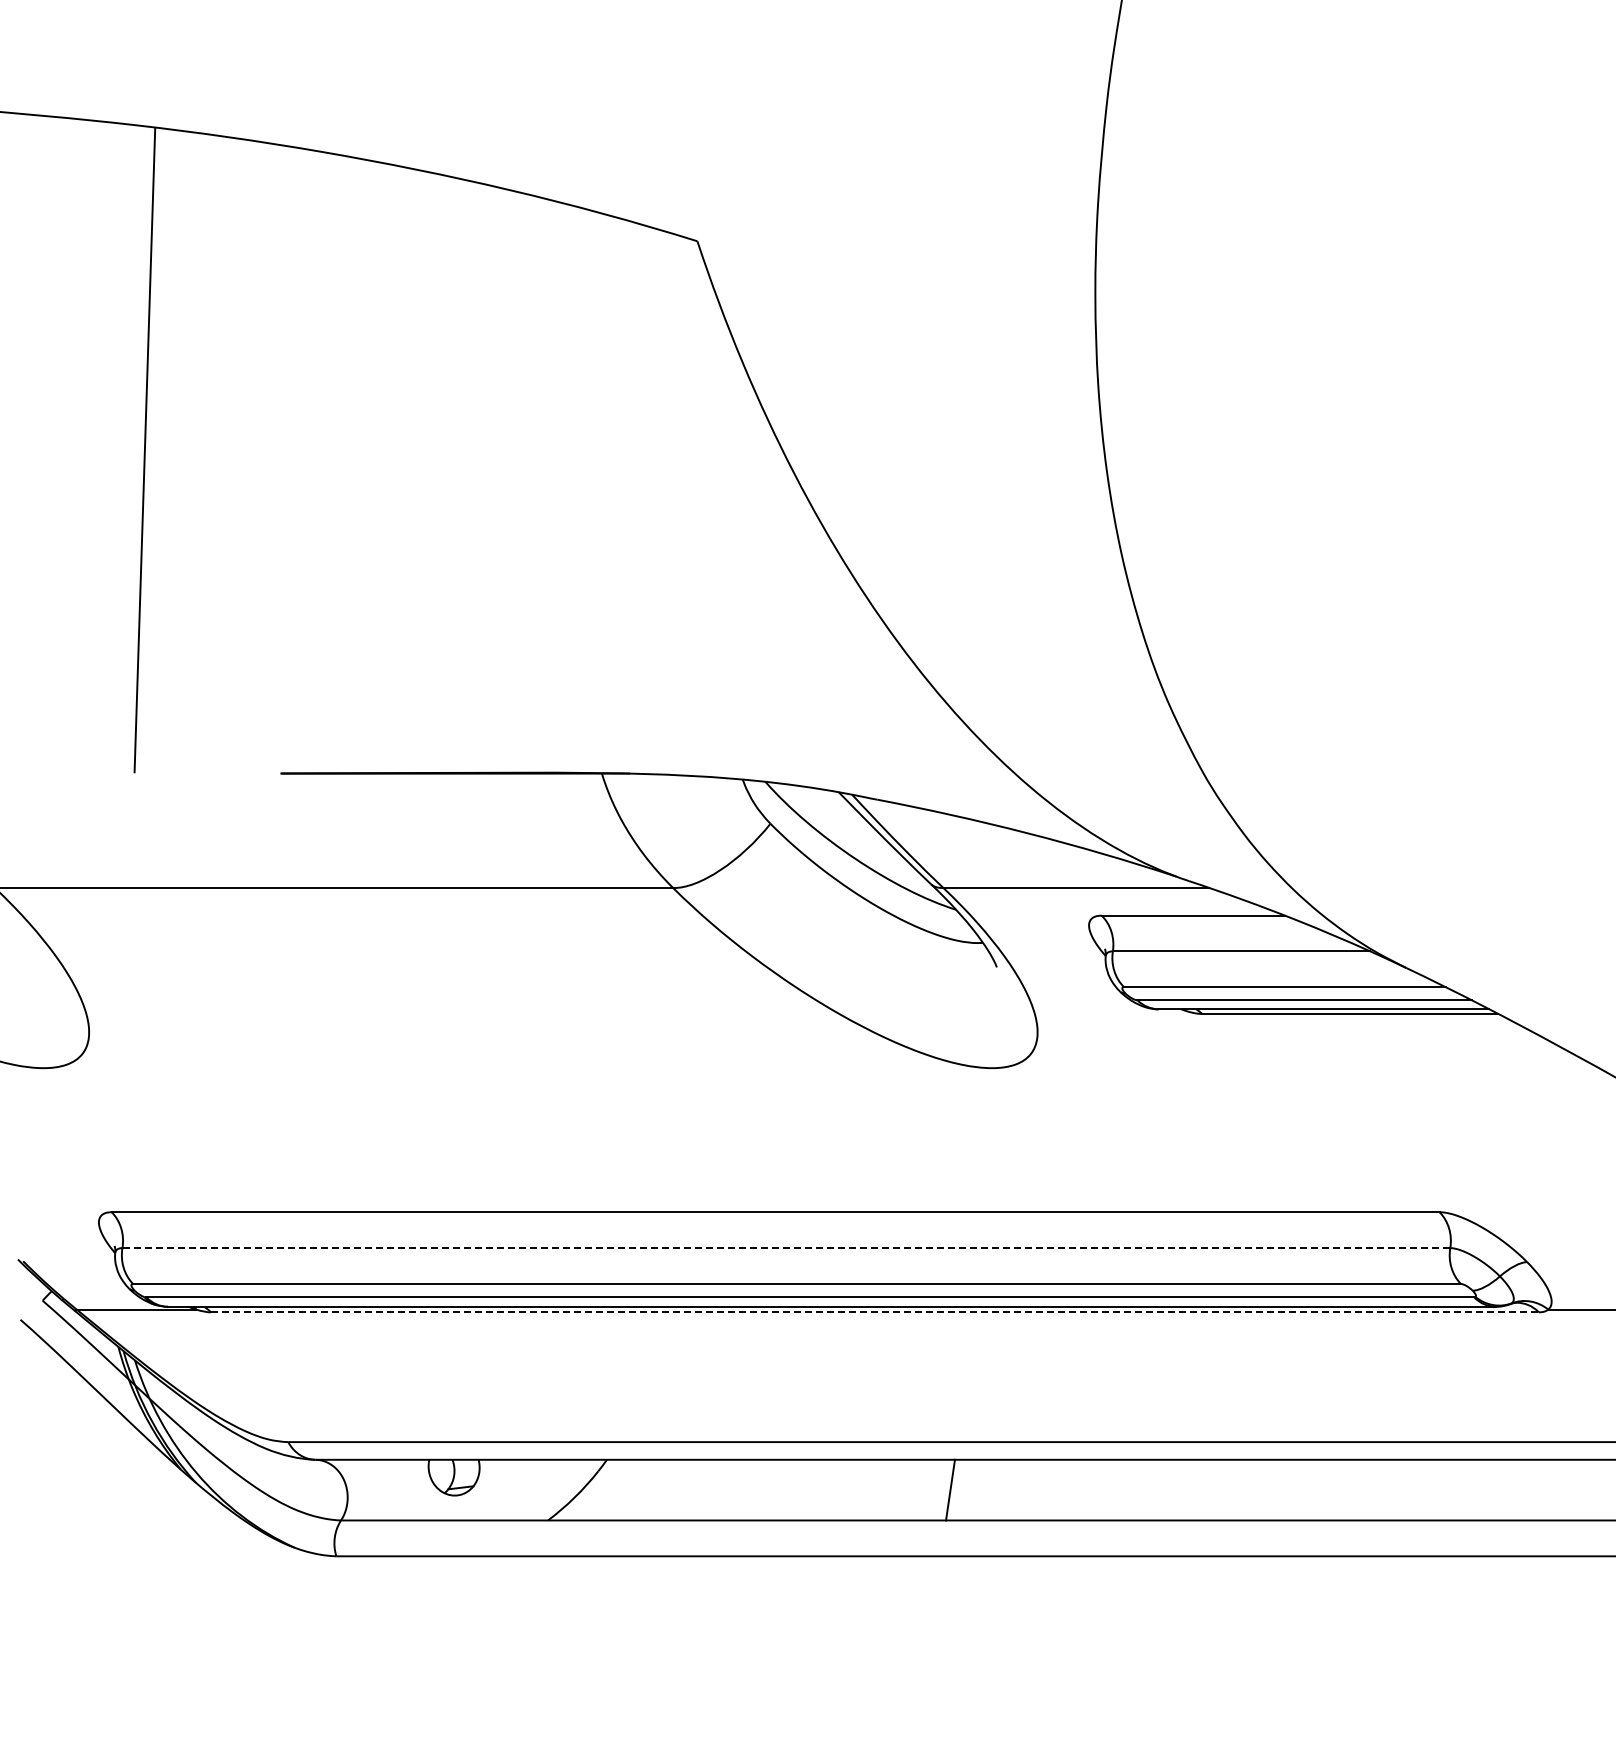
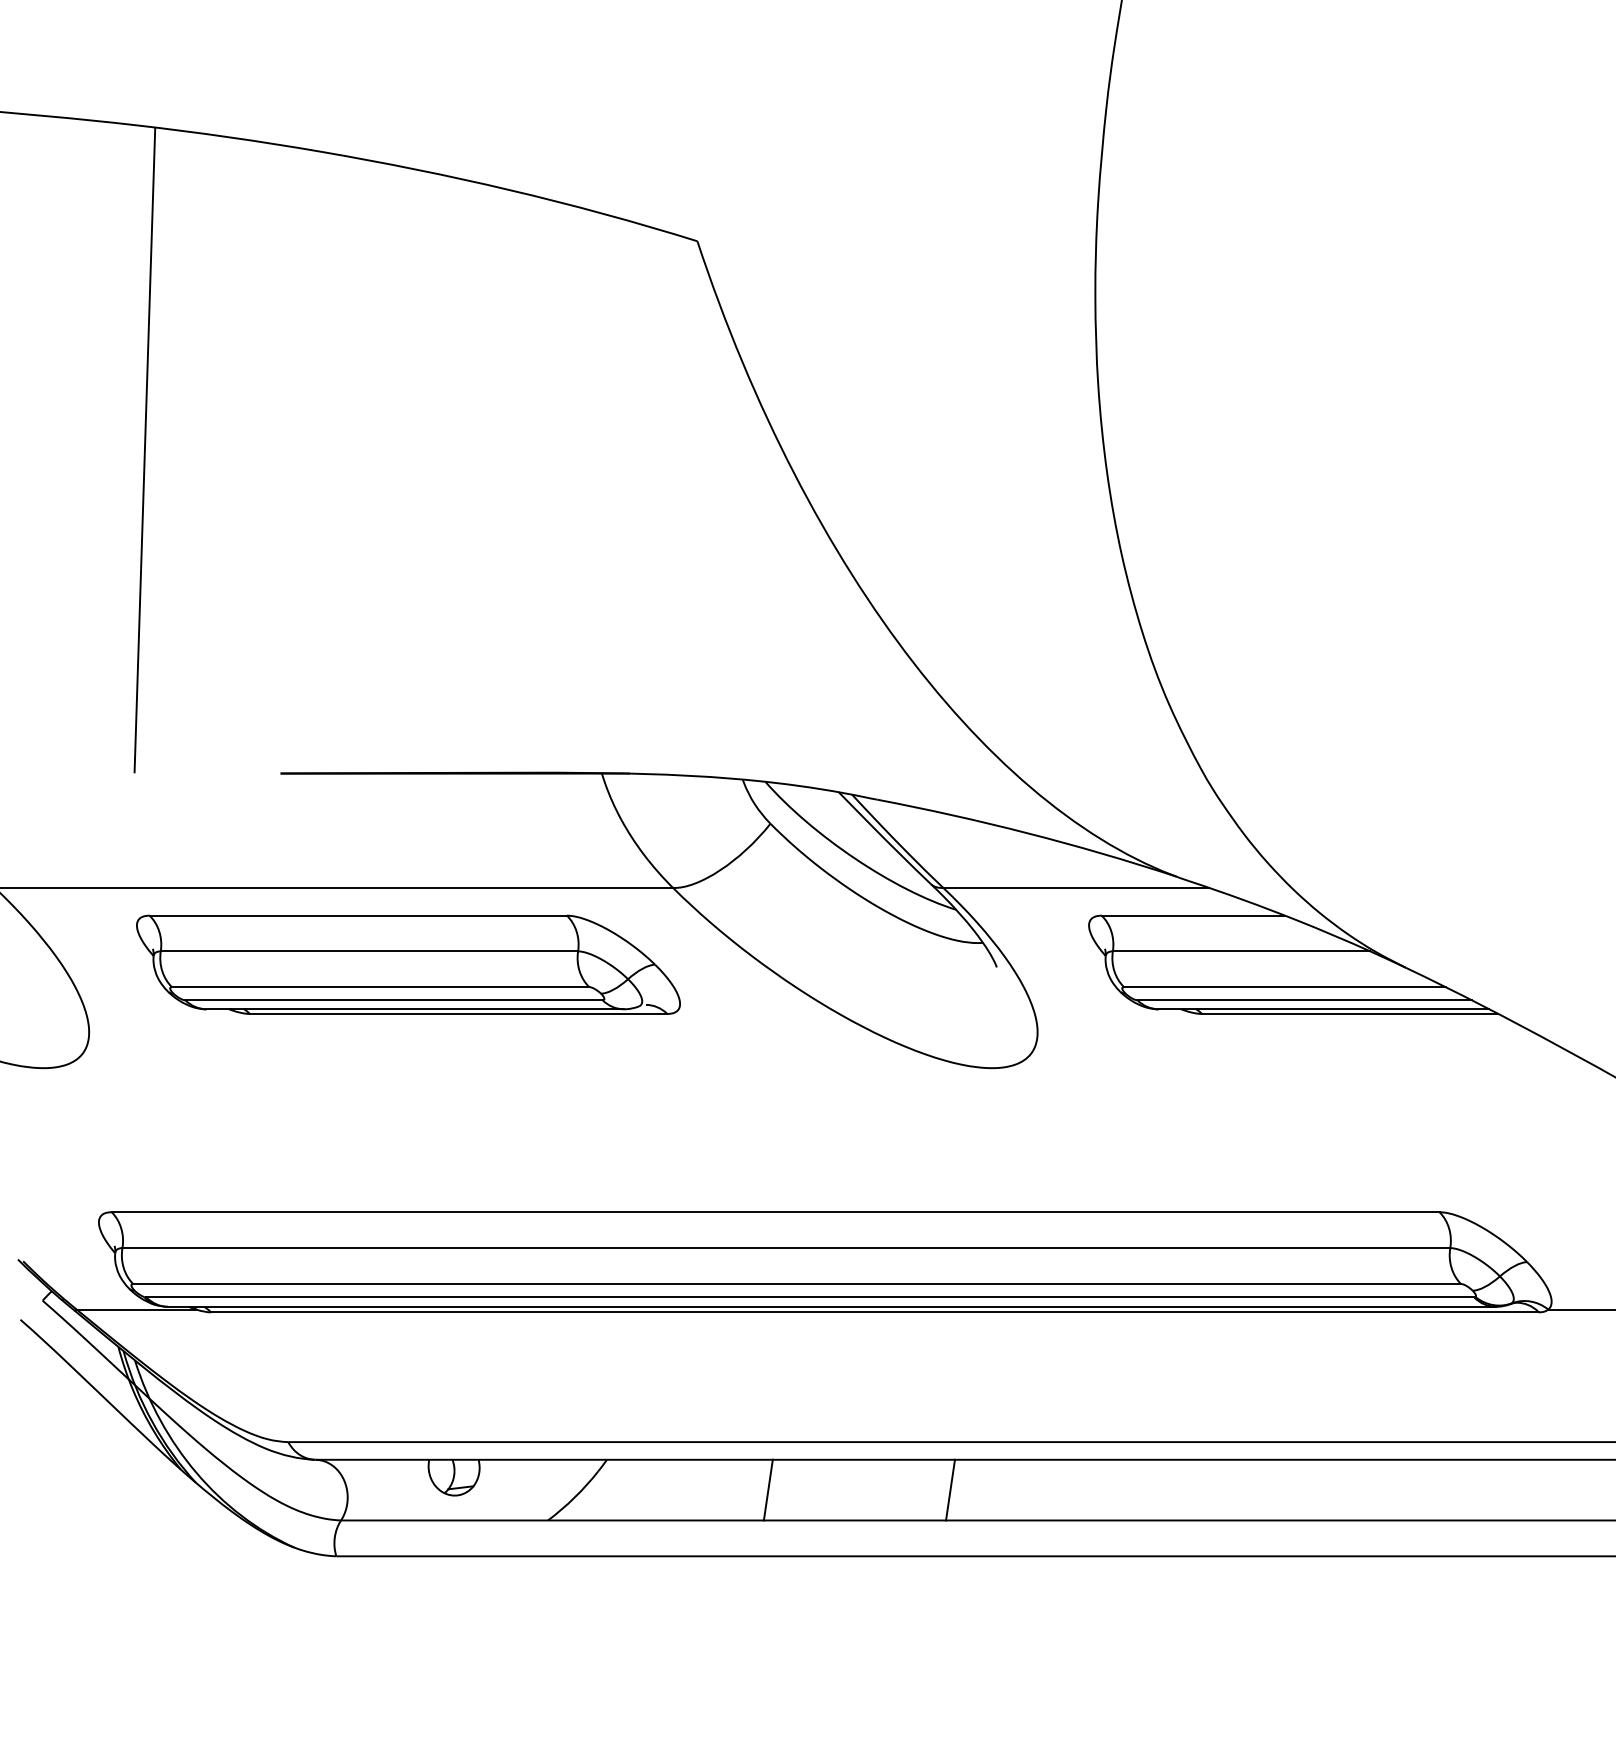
part at (408, 964): none -> present
line at (786, 1248): dashed -> solid
line at (875, 1312): dashed -> solid
line at (767, 1489): none -> present
